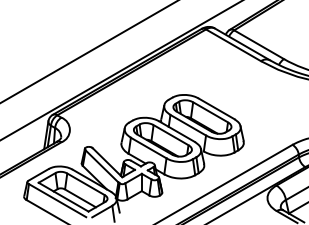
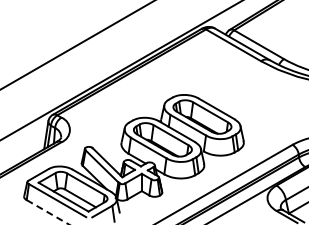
line at (88, 51) position: (88, 51) -> (76, 45)
line at (48, 212): solid -> dashed
